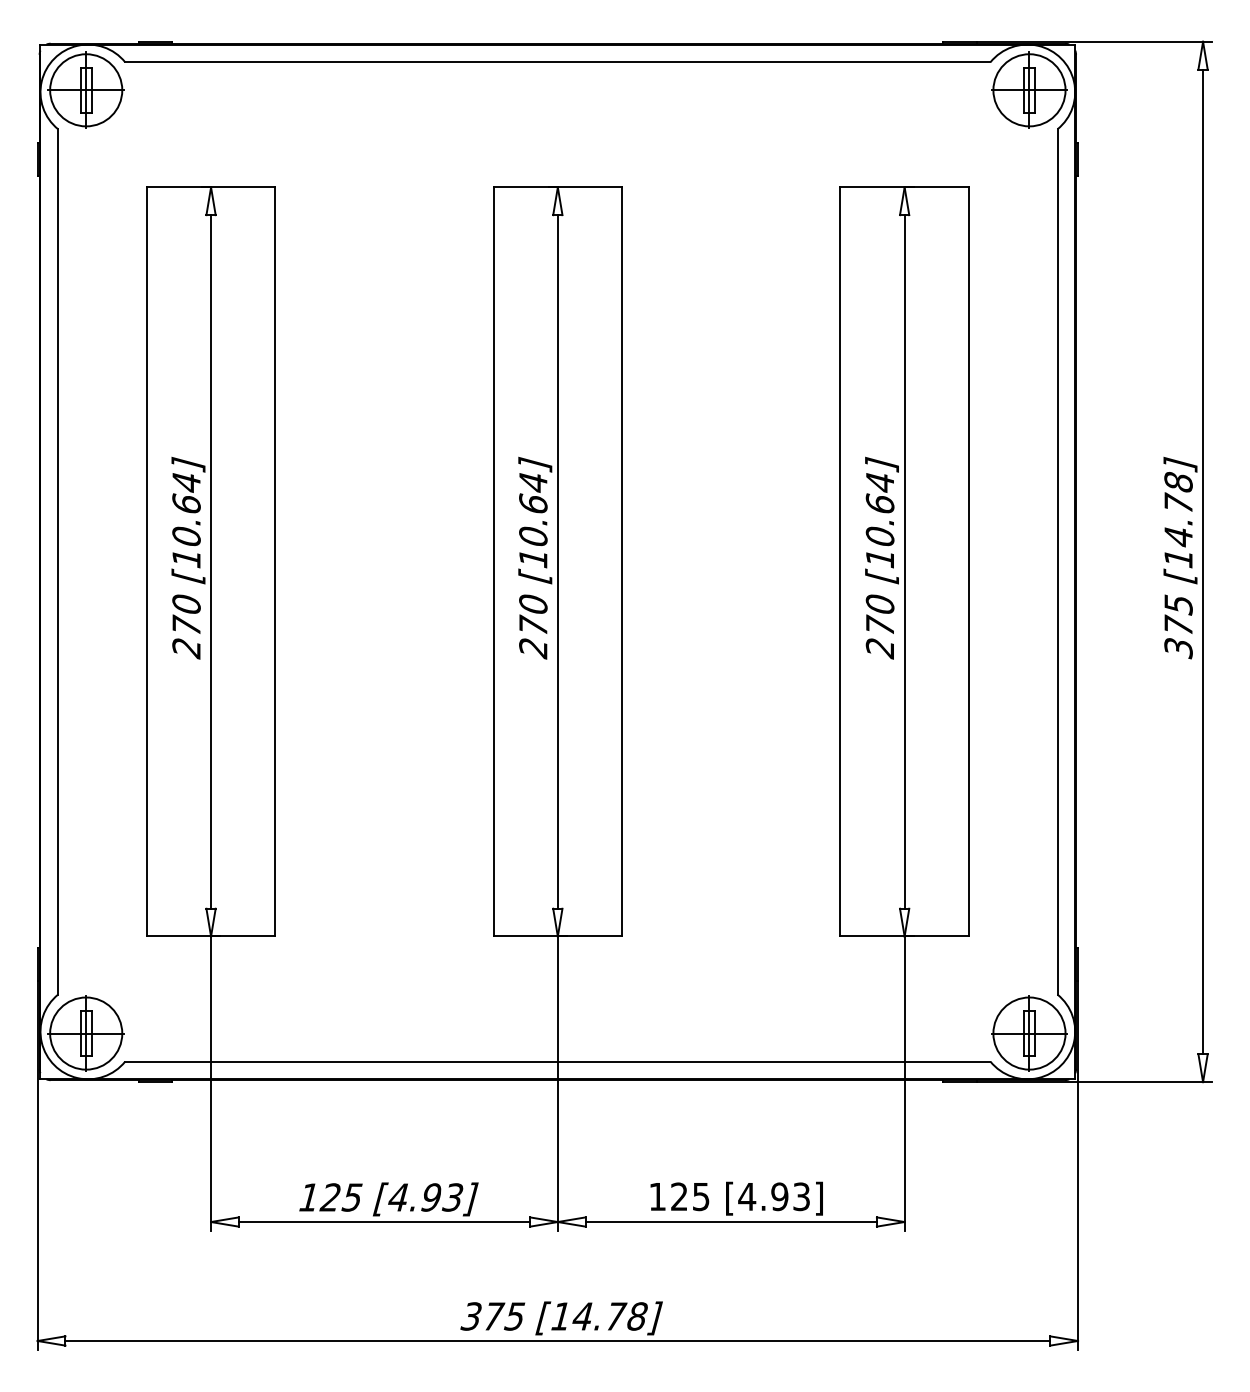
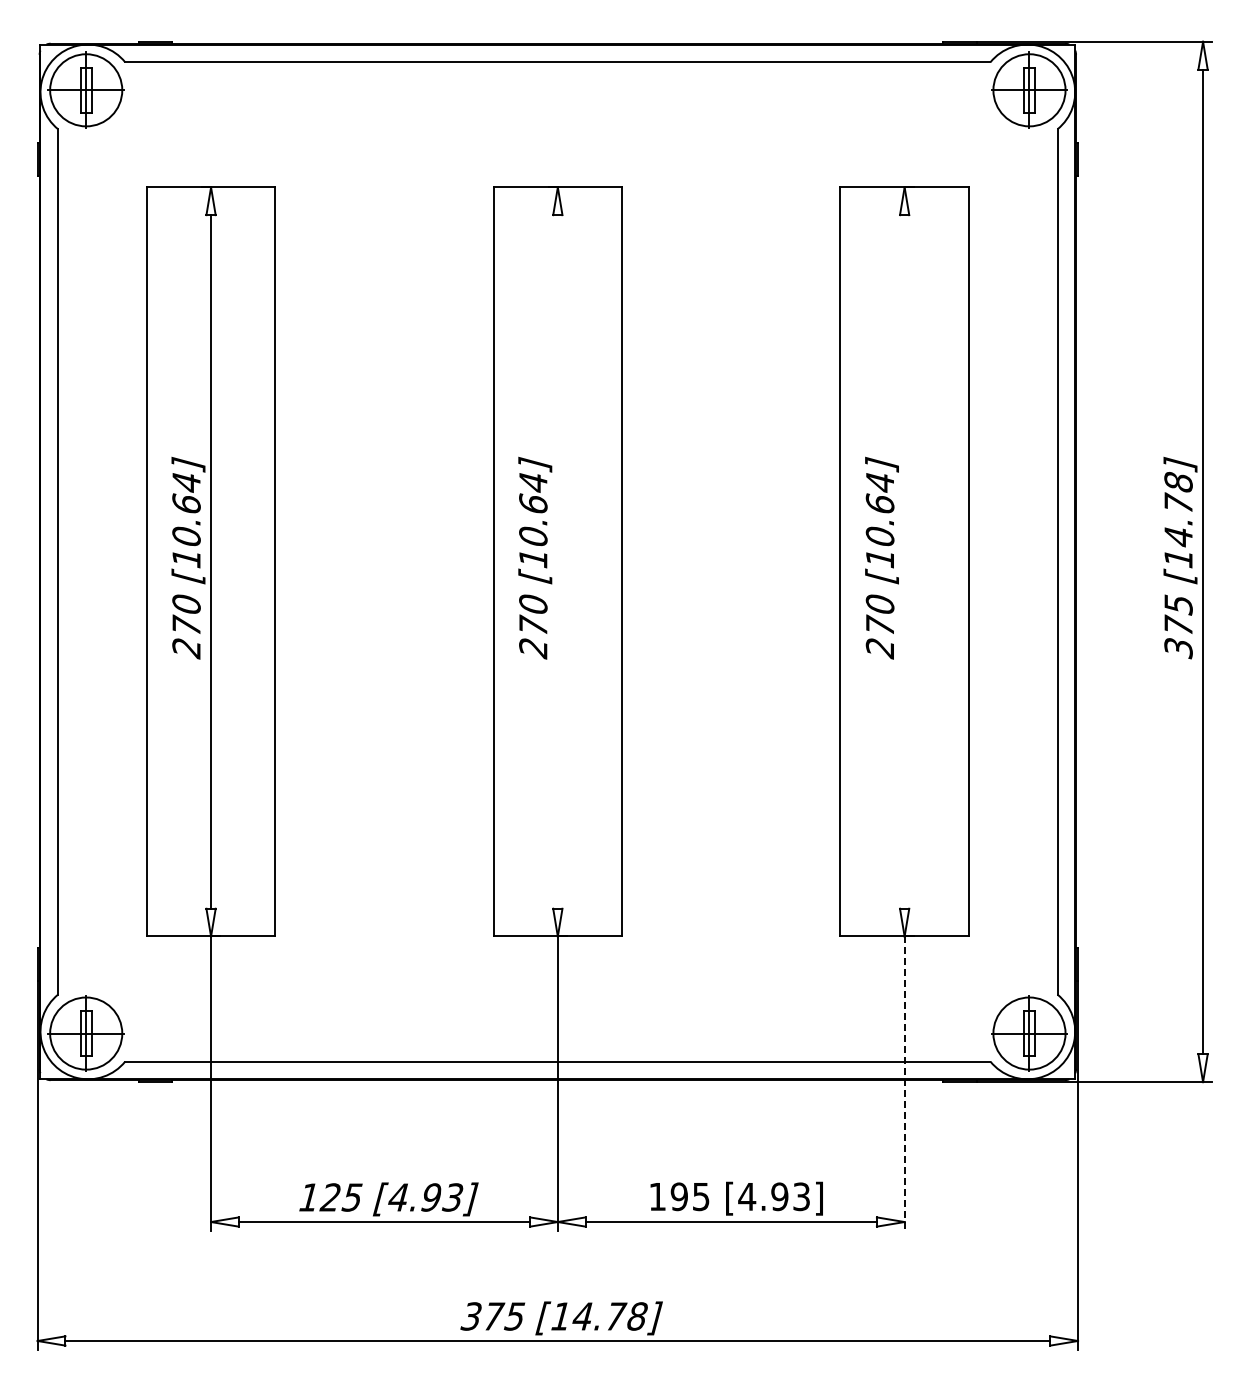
line at (557, 561): present -> none
line at (904, 561): present -> none
line at (904, 1084): solid -> dashed
text at (678, 1196): 125 -> 195
